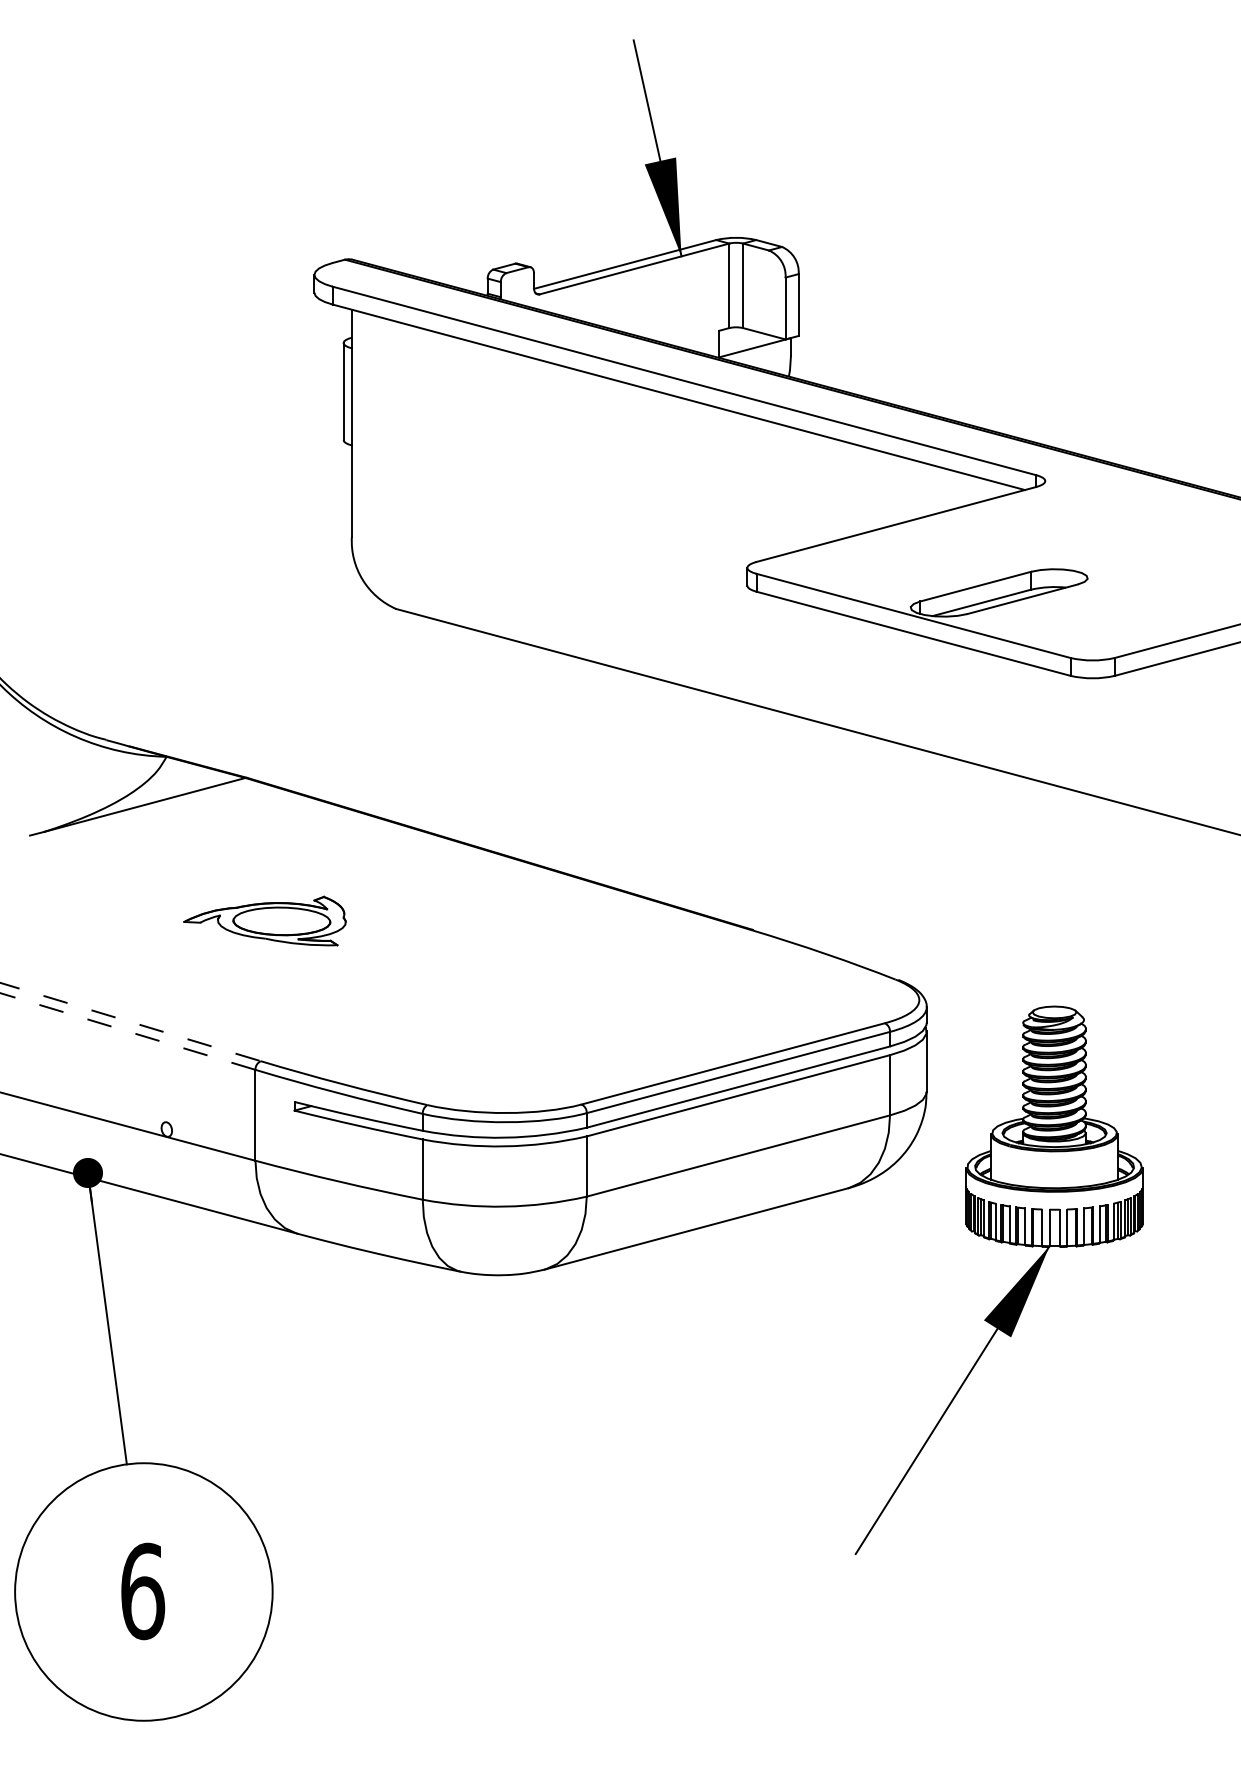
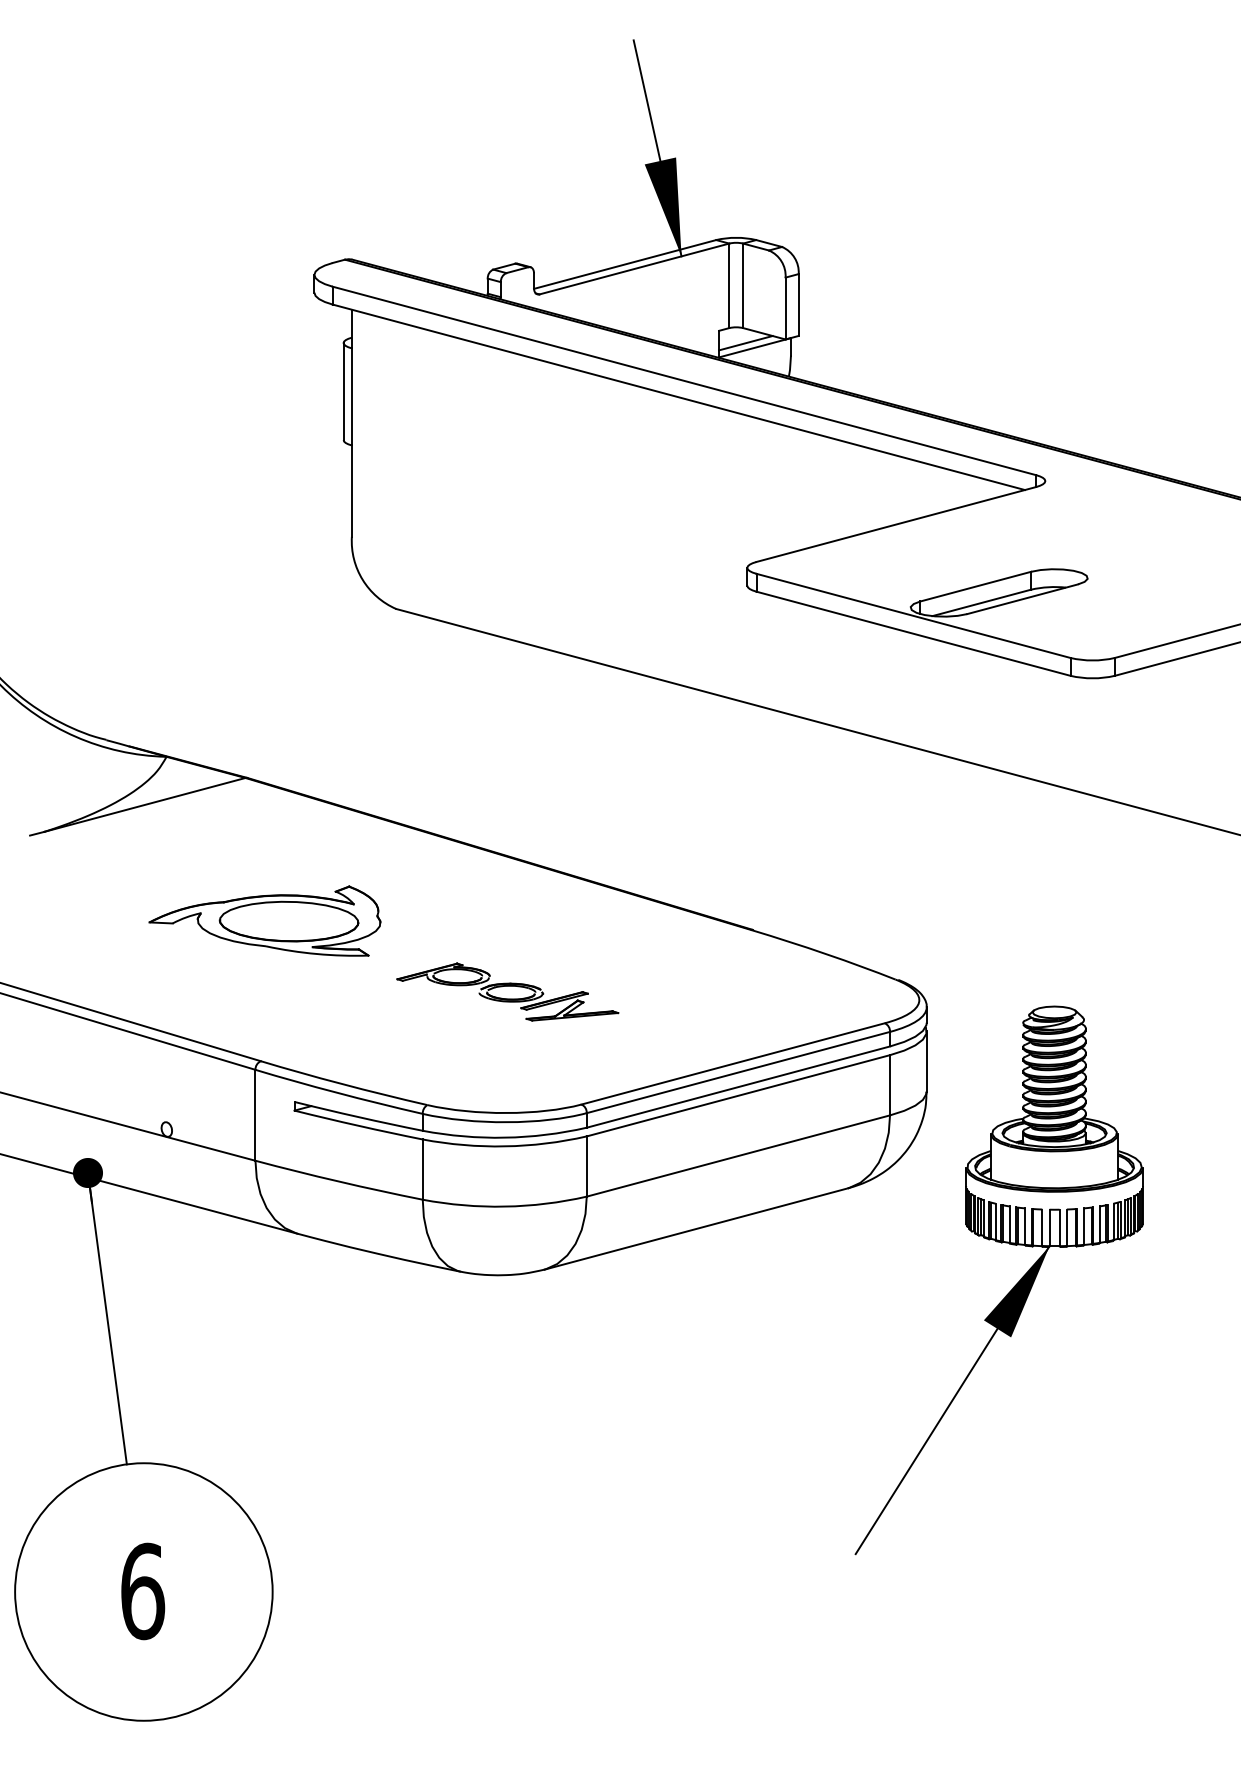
line at (745, 343): none -> present
part at (264, 920) size: 164x52 px -> 234x72 px
part at (507, 991): none -> present
line at (130, 1022): dashed -> solid
line at (128, 1031): dashed -> solid
